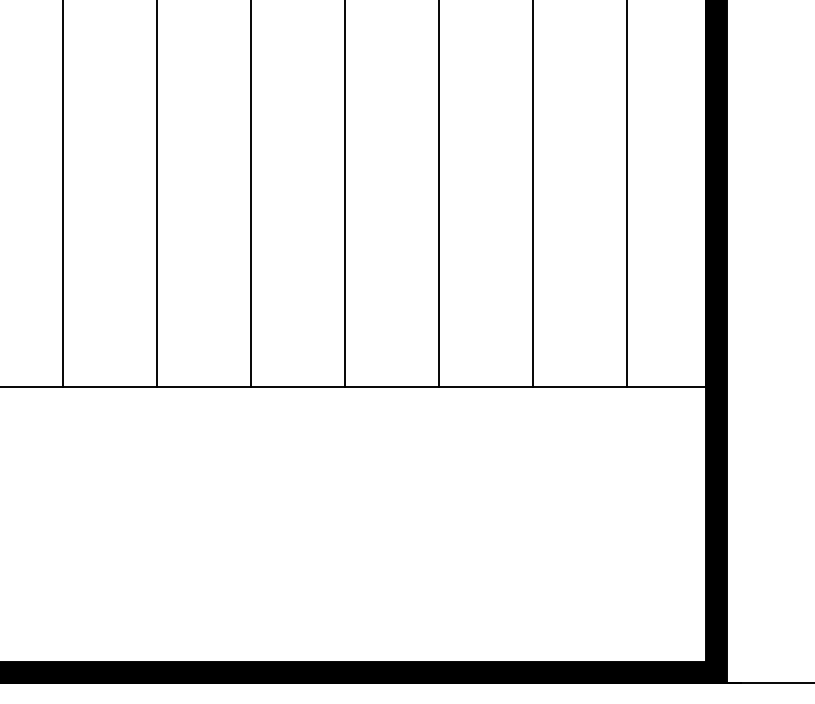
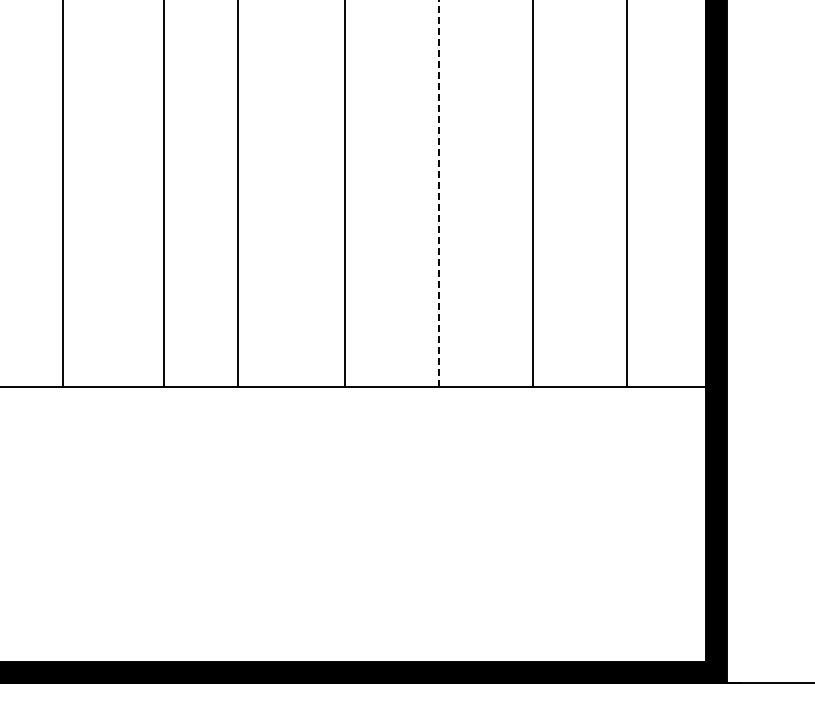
line at (439, 193): solid -> dashed
line at (157, 194) position: (157, 194) -> (164, 194)
line at (251, 194) position: (251, 194) -> (238, 194)
